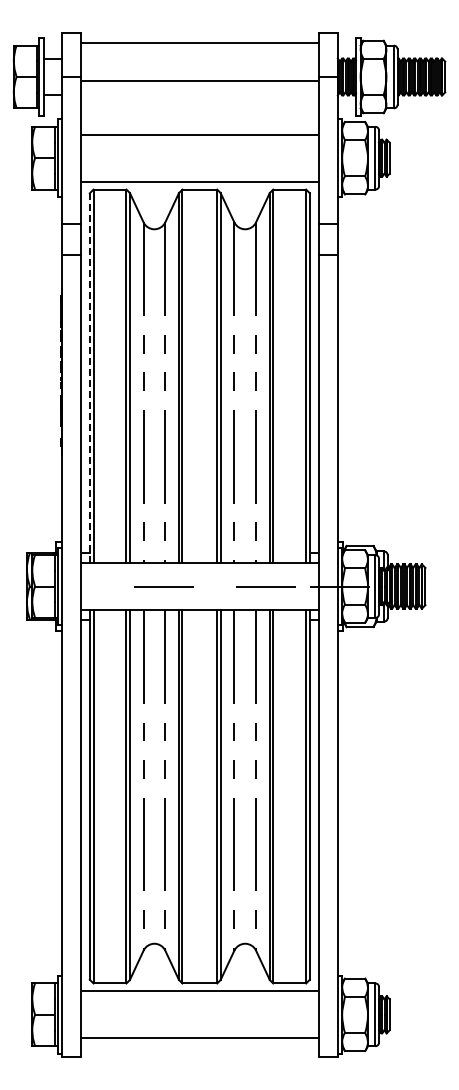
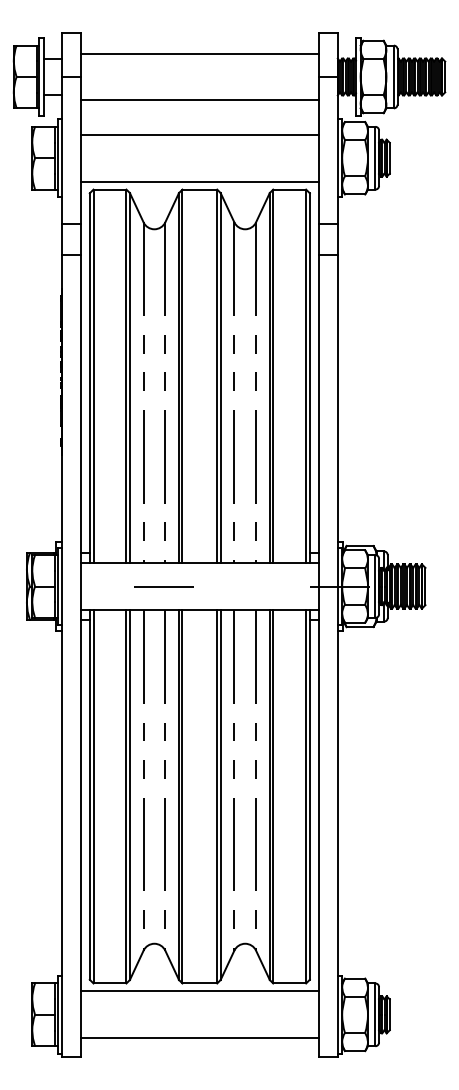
line at (199, 42) position: (199, 42) -> (199, 53)
line at (199, 81) position: (199, 81) -> (199, 100)
line at (89, 378): dashed -> solid
line at (265, 586): present -> none
